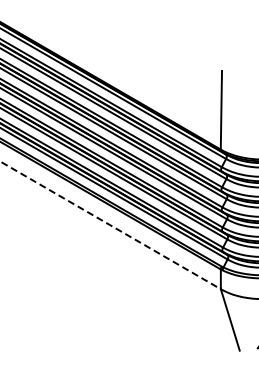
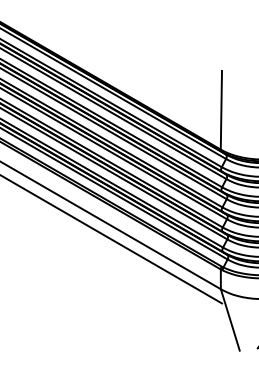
line at (111, 225): dashed -> solid
line at (112, 239): none -> present
